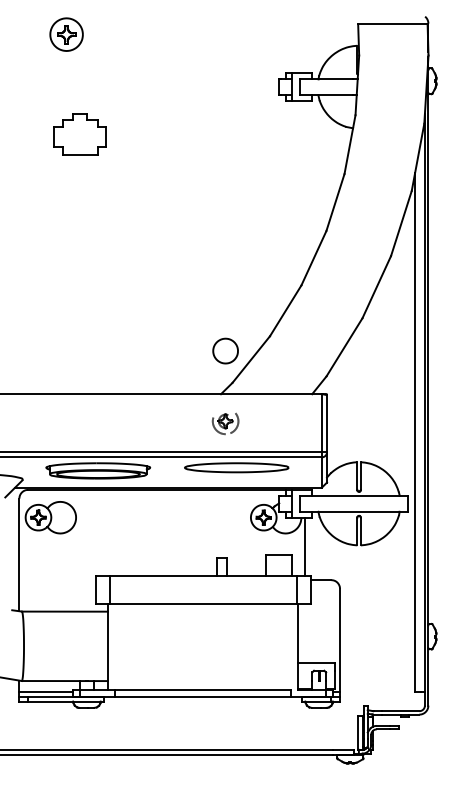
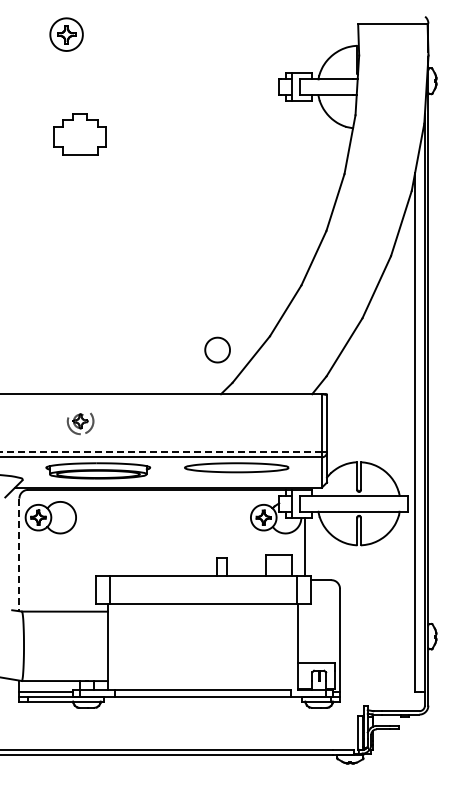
part at (225, 350) position: (225, 350) -> (217, 349)
part at (225, 423) position: (225, 423) -> (80, 423)
line at (161, 452): solid -> dashed
line at (19, 555): solid -> dashed
